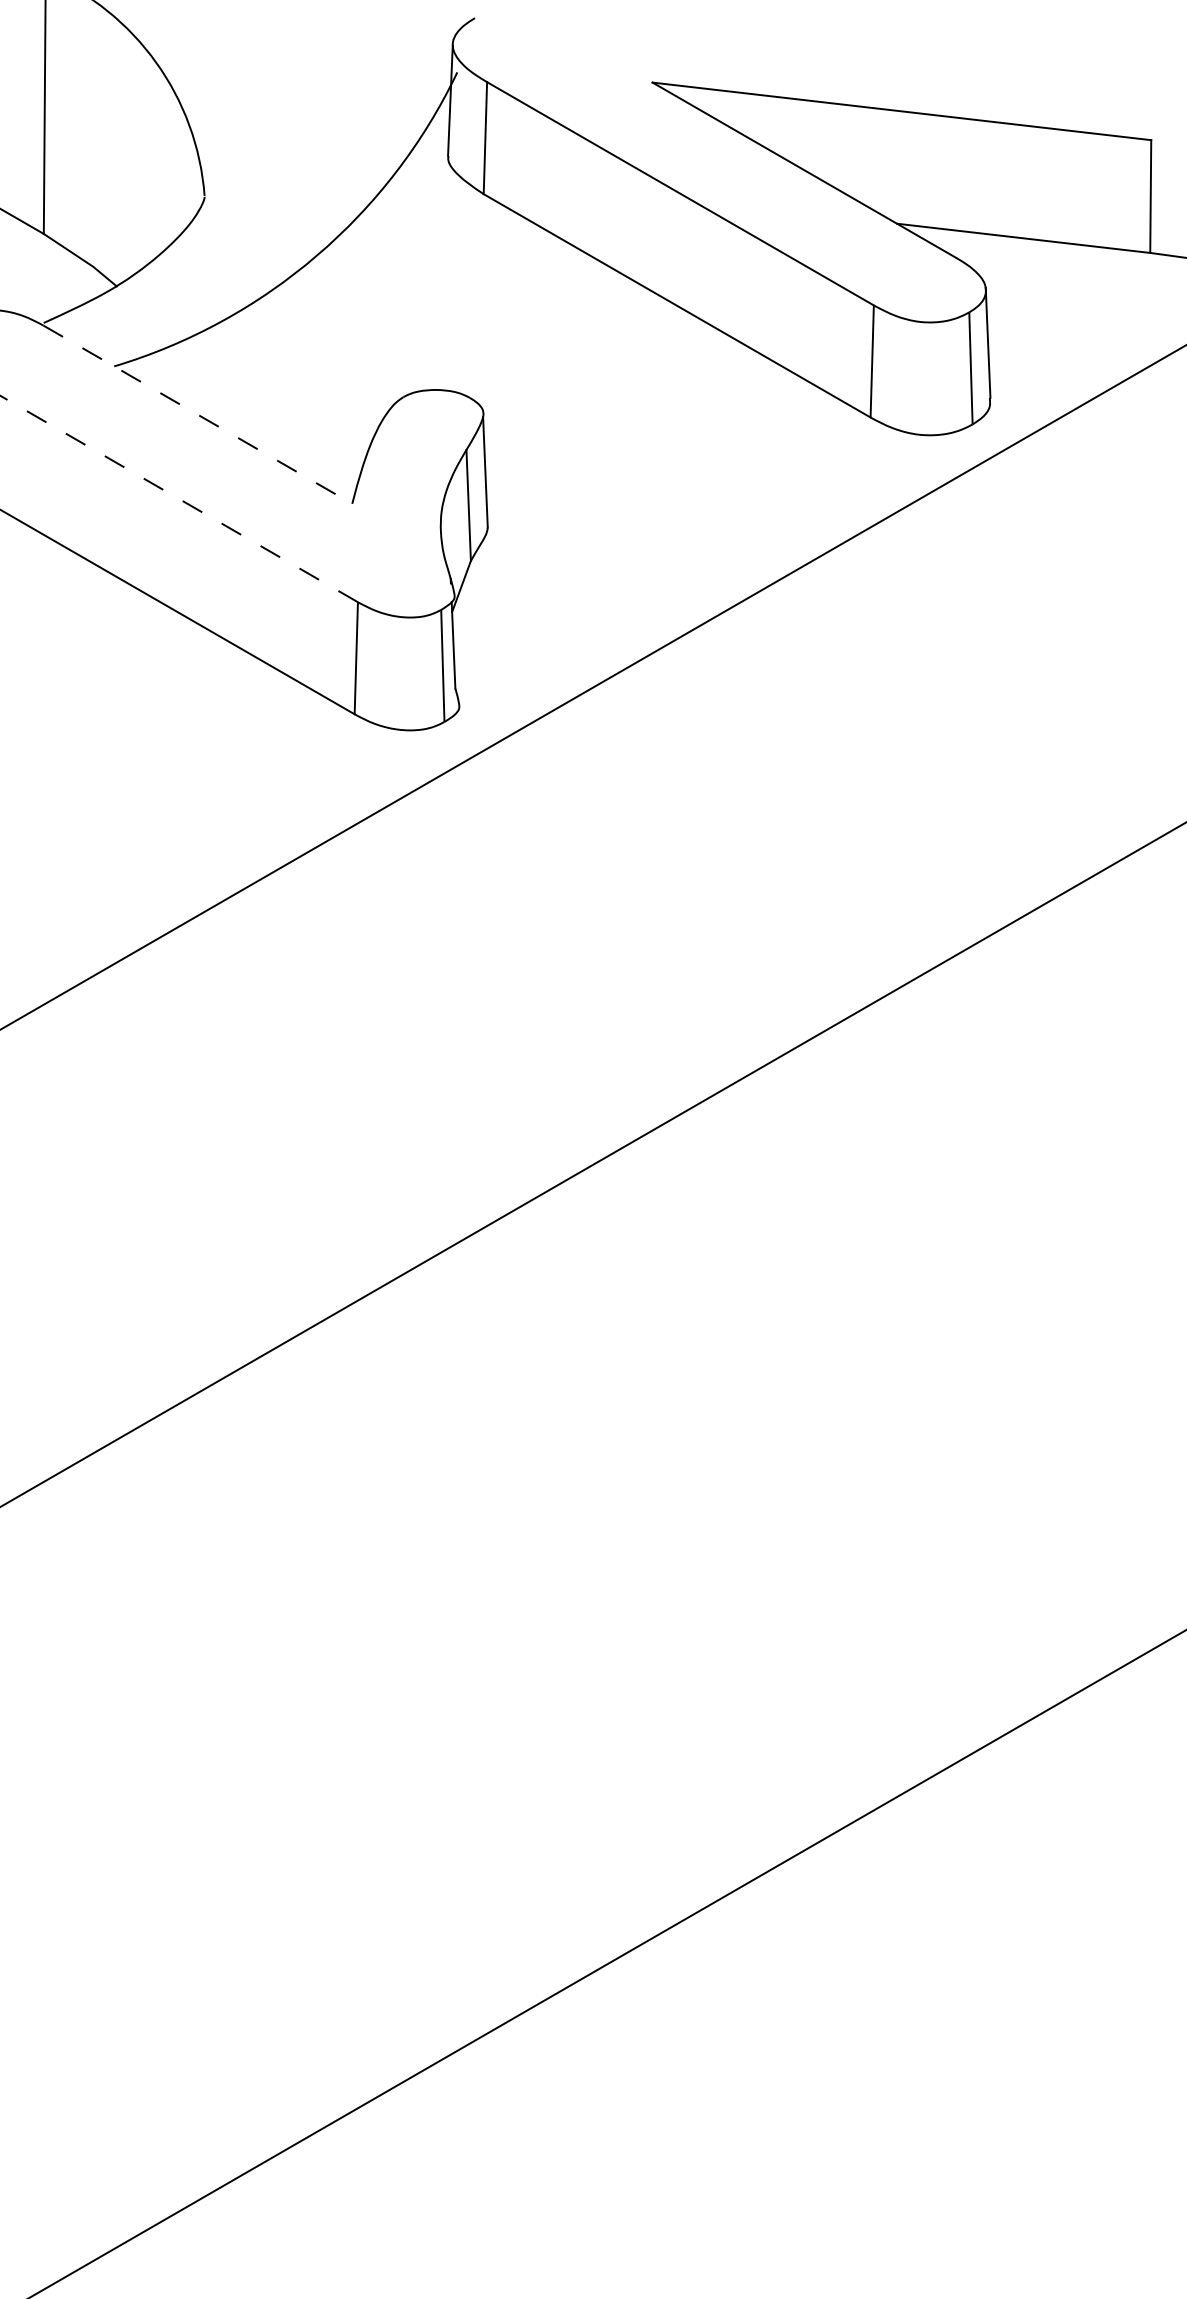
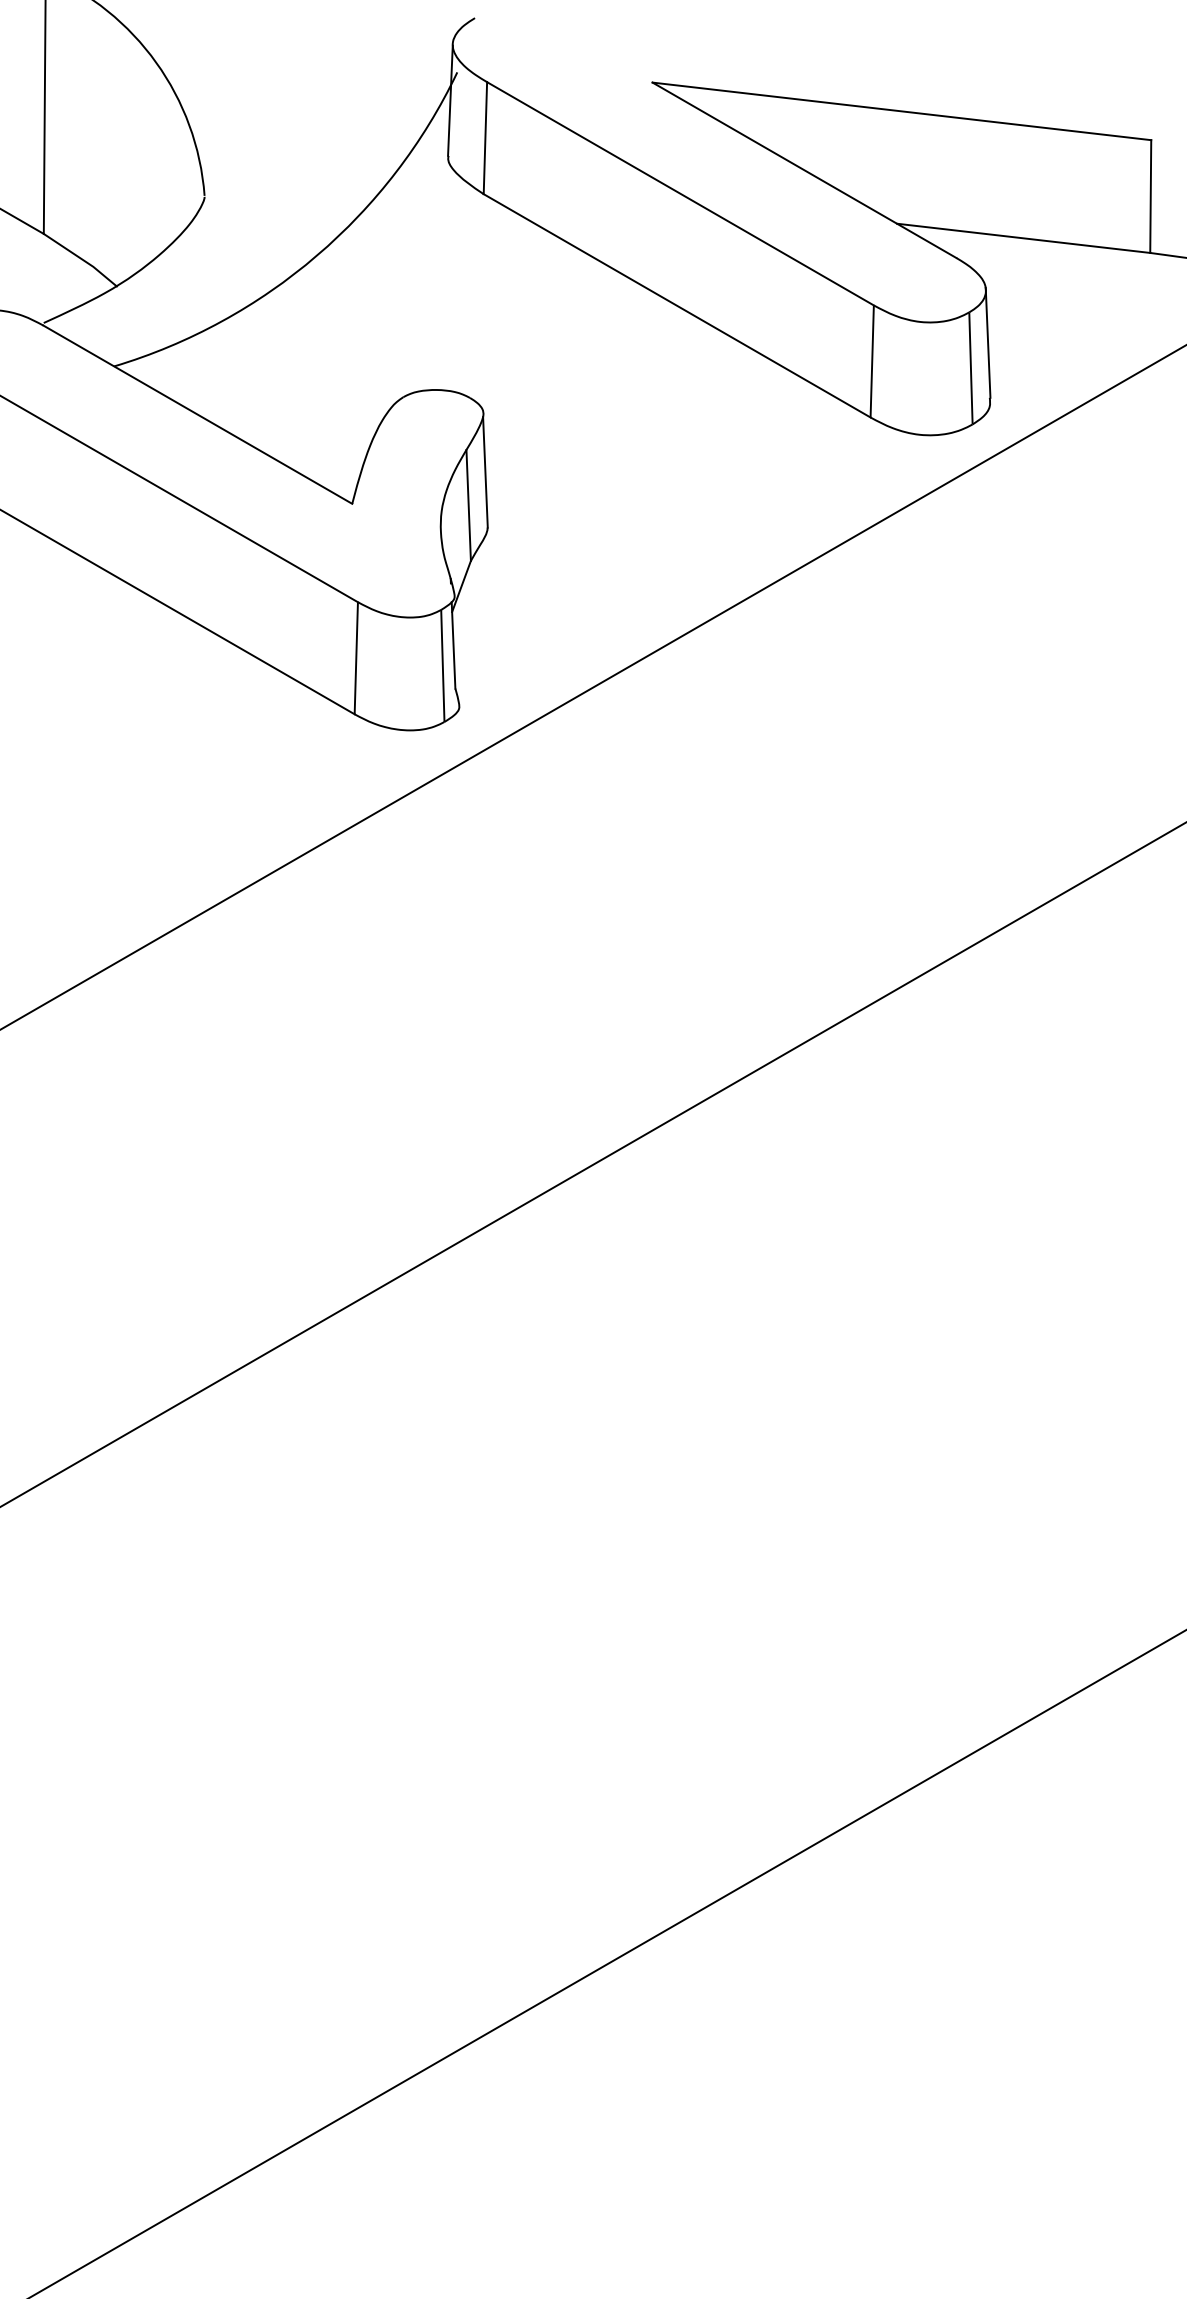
line at (198, 414): dashed -> solid
line at (178, 498): dashed -> solid
